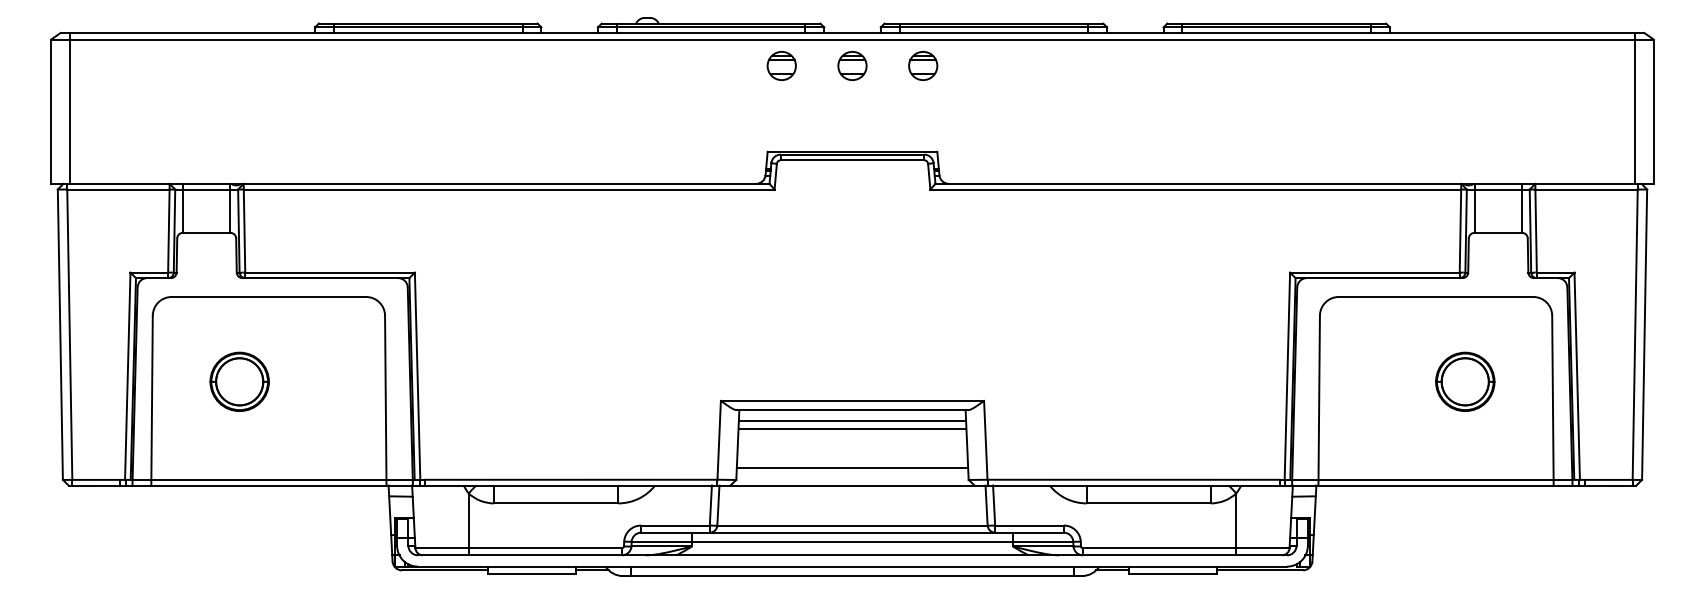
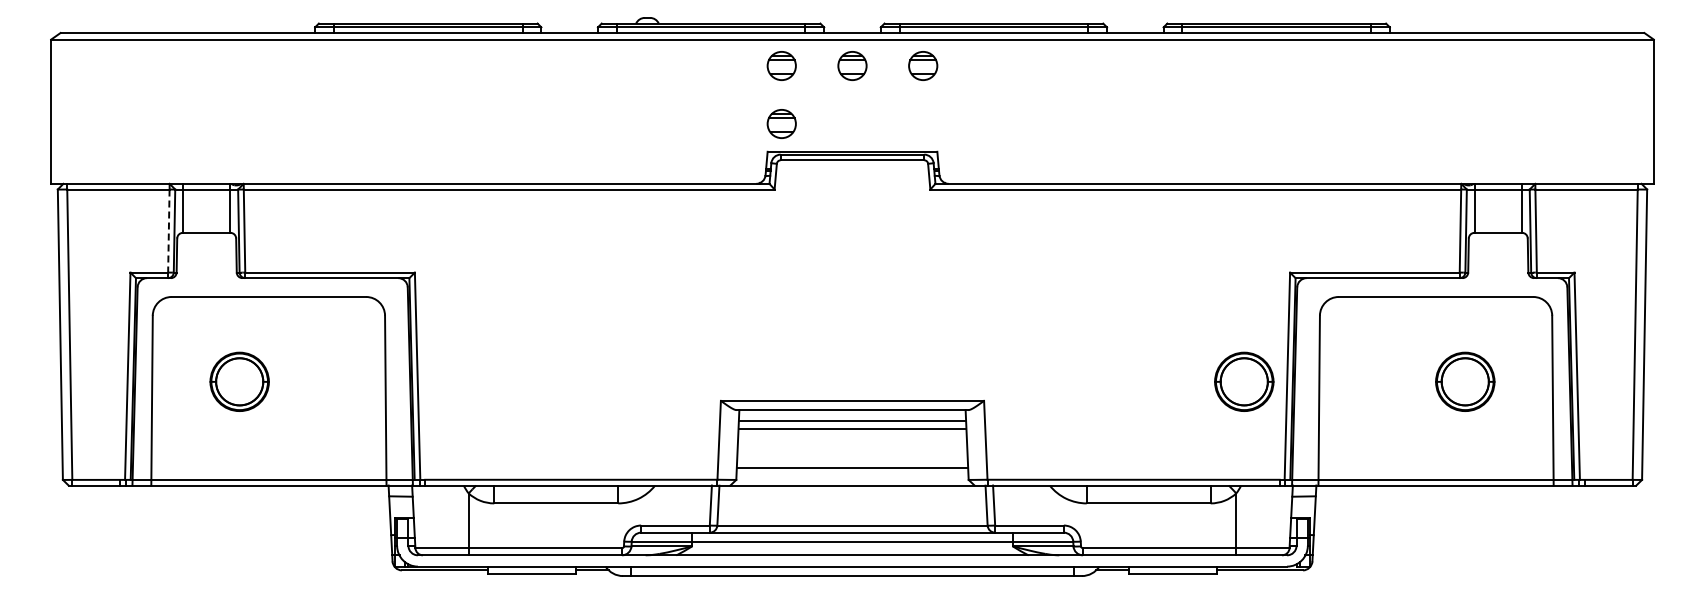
line at (70, 108): present -> none
line at (1634, 108): present -> none
part at (781, 123): none -> present
line at (168, 231): solid -> dashed
part at (1244, 381): none -> present
